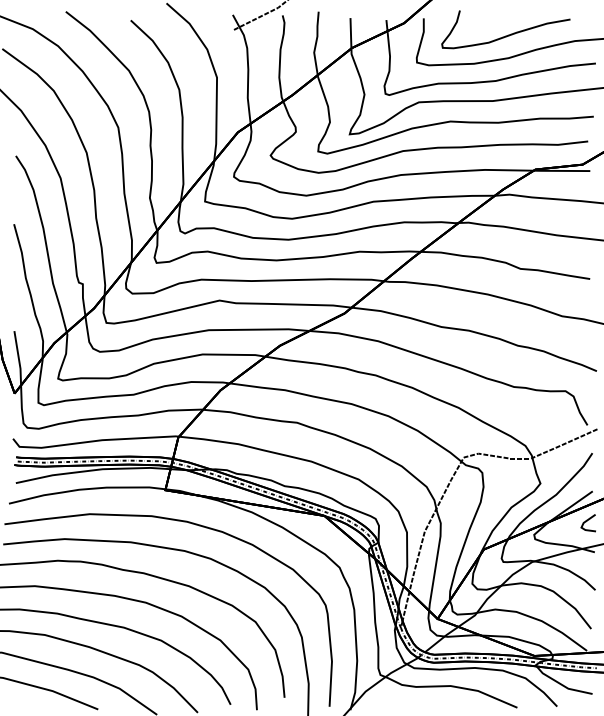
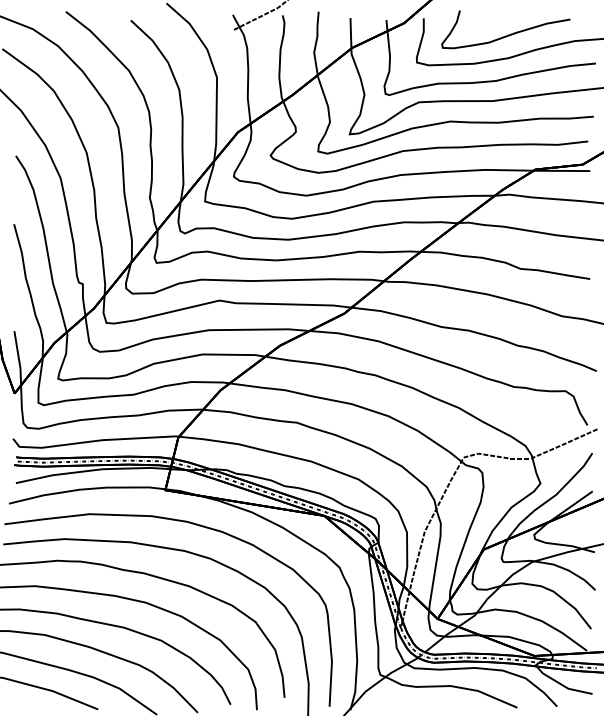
line at (586, 522): present -> none
